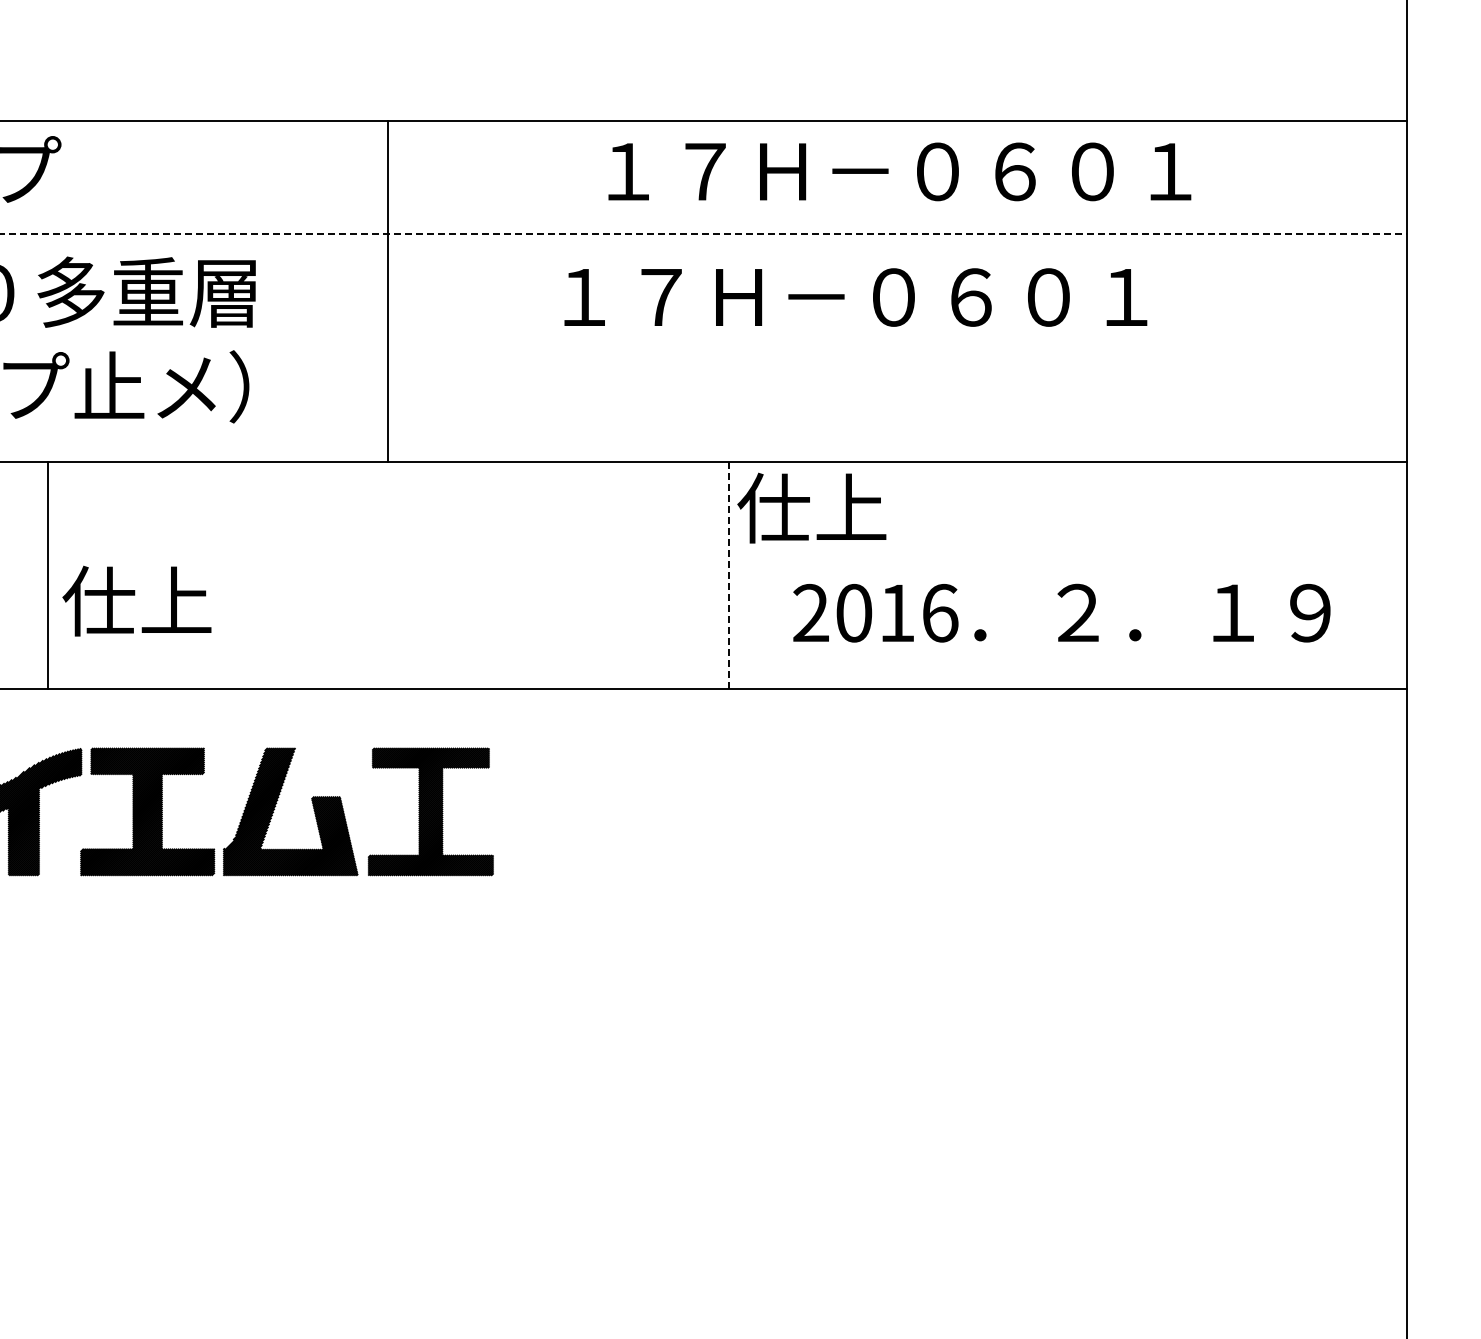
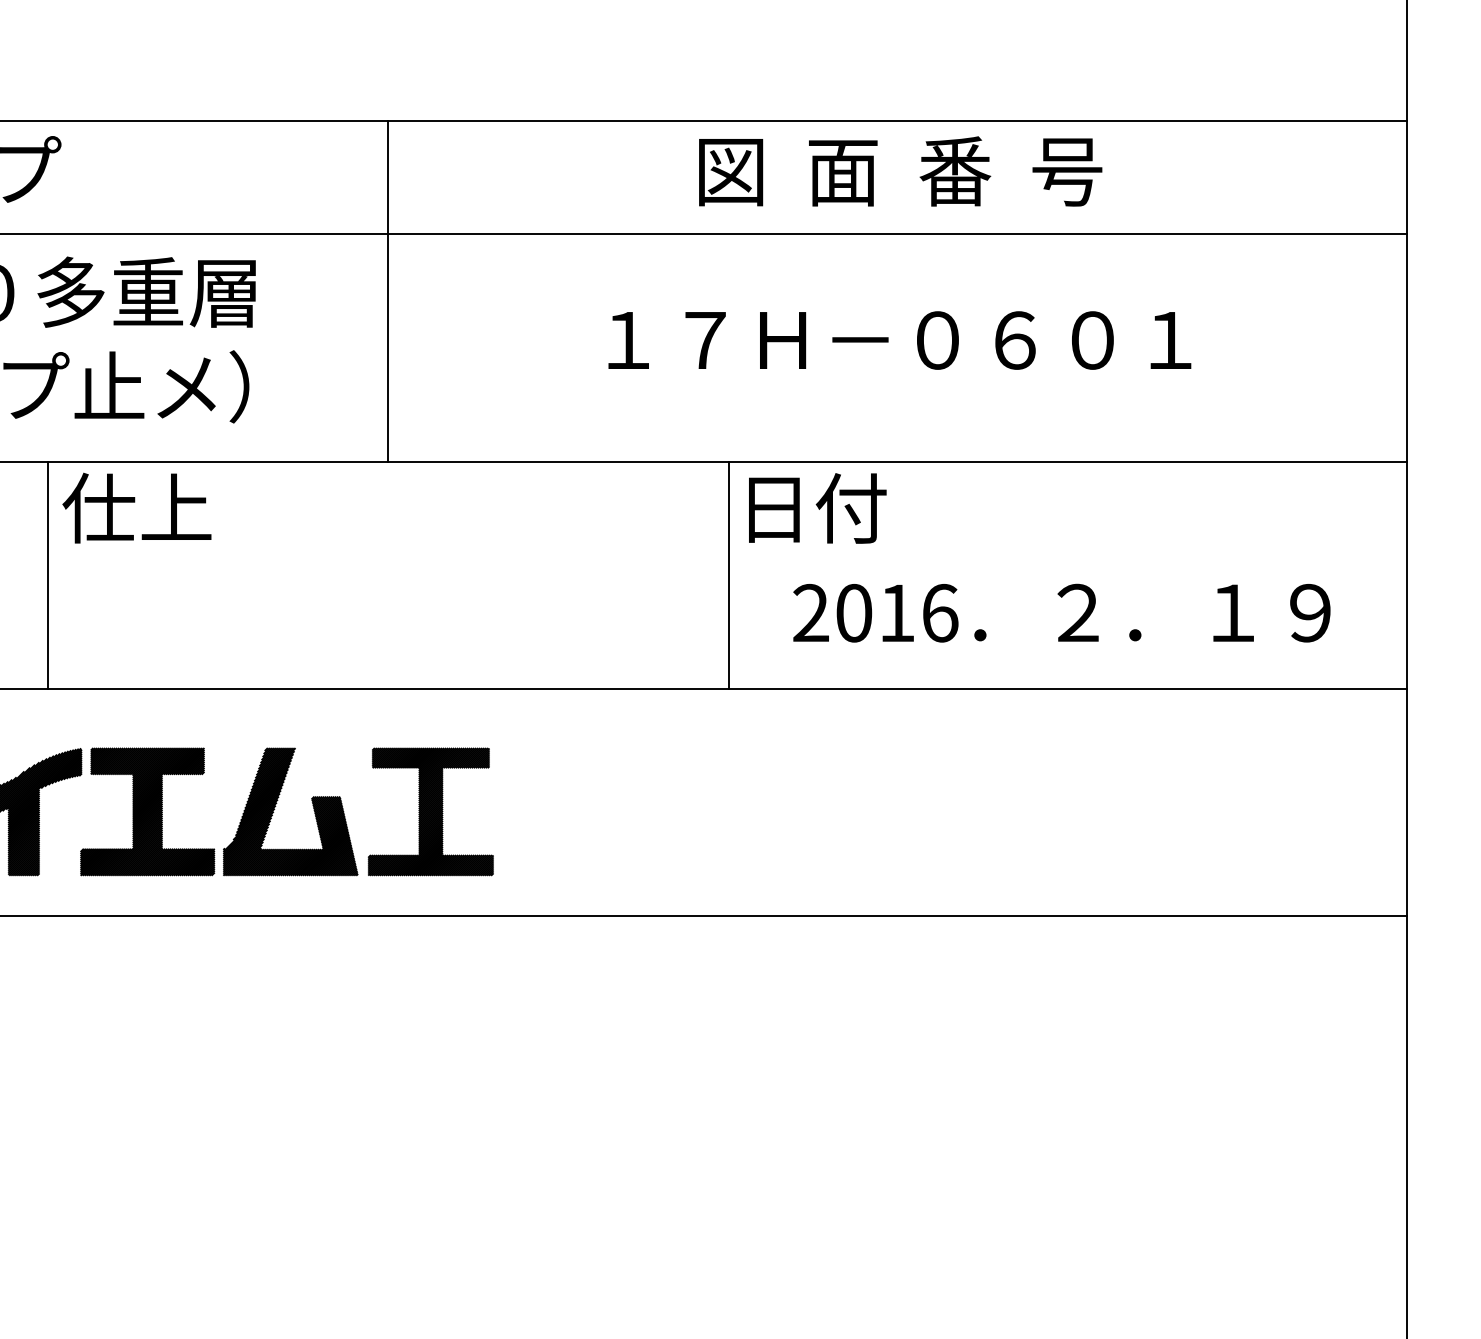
text at (899, 171): １７Ｈ－０６０１ -> 図  面  番  号
line at (704, 234): dashed -> solid
text at (855, 297) position: (855, 297) -> (899, 340)
text at (811, 507): 仕上 -> 日付
line at (728, 575): dashed -> solid
text at (136, 600) position: (136, 600) -> (136, 507)
line at (704, 915): none -> present
